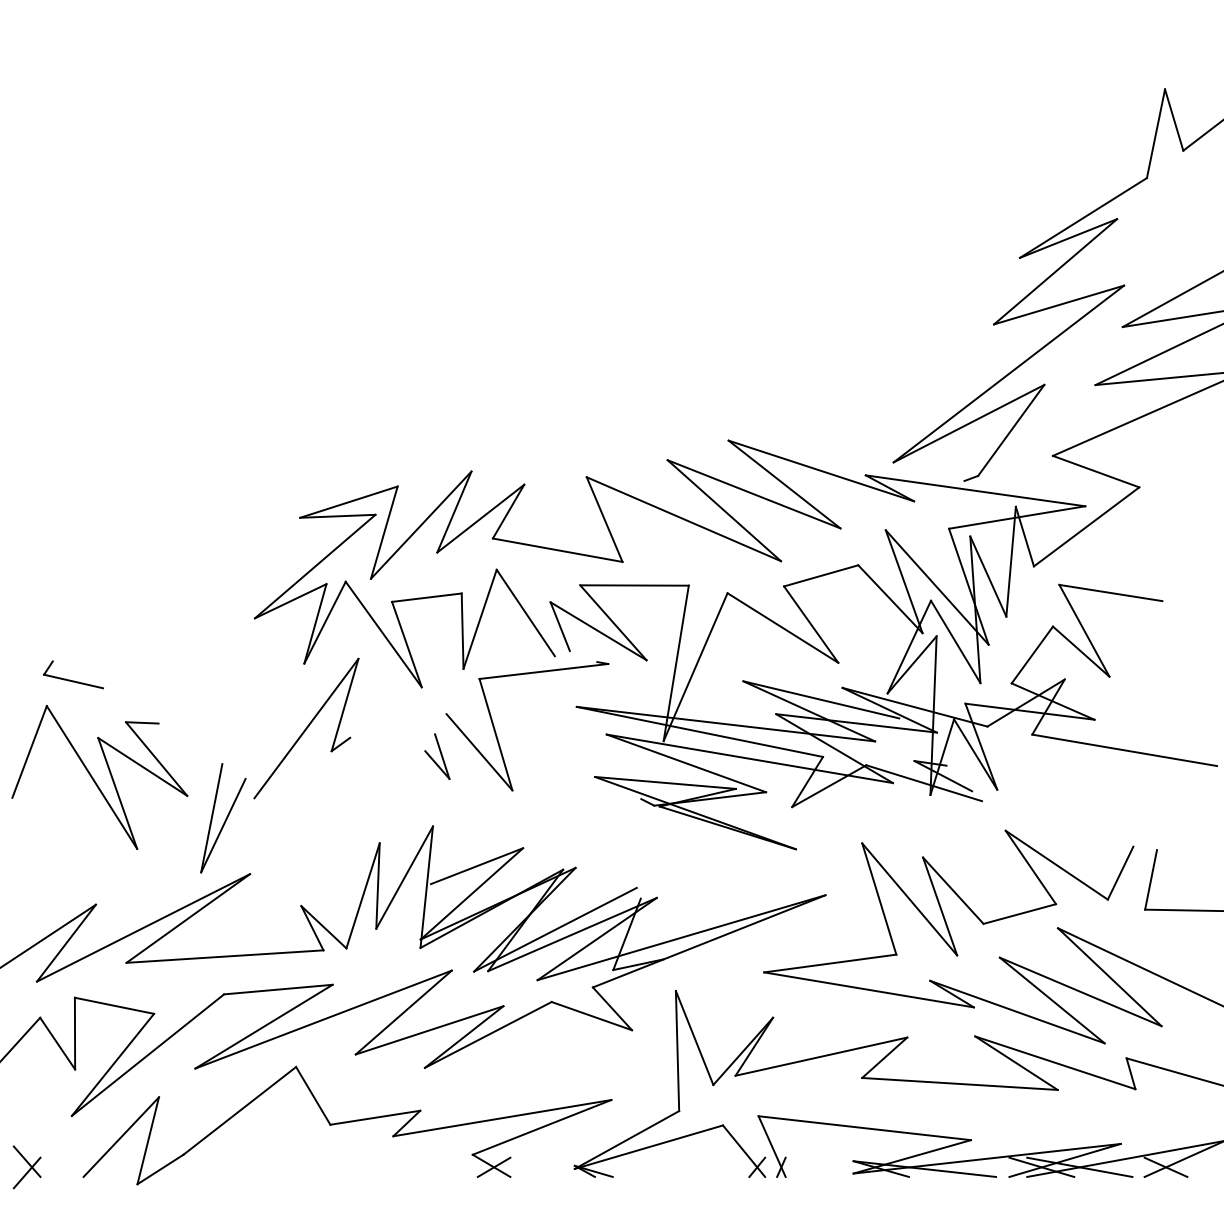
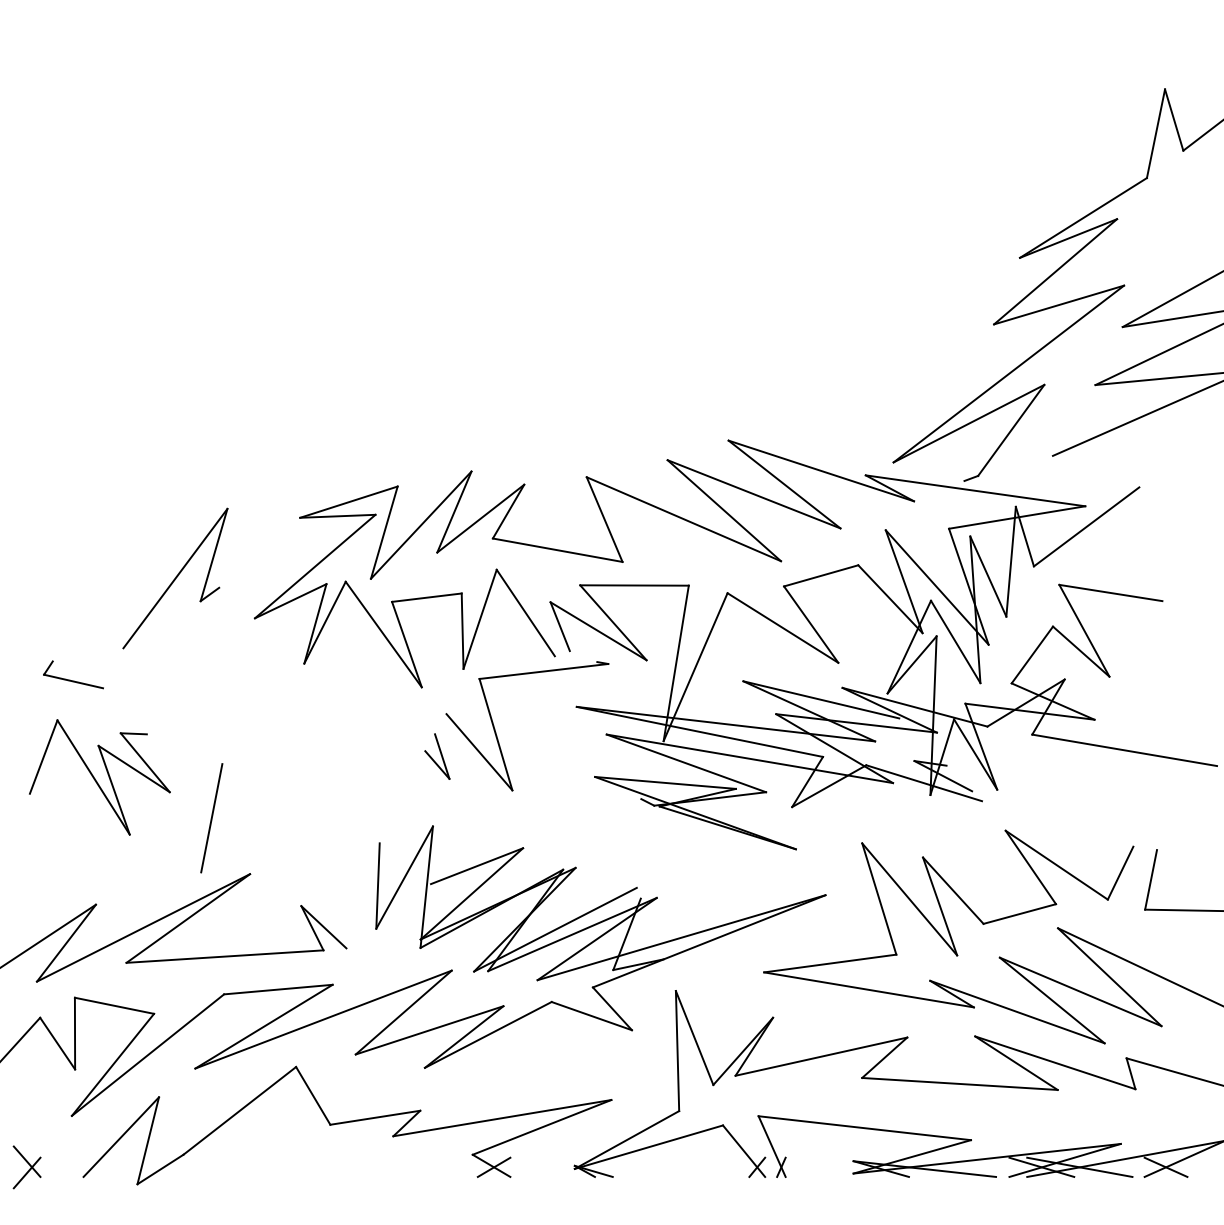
line at (1095, 471): present -> none
part at (306, 728) position: (306, 728) -> (175, 578)
part at (99, 777) size: 178x145 px -> 142x117 px
line at (223, 825): present -> none
line at (362, 895): present -> none
